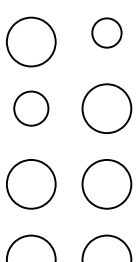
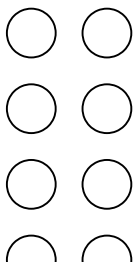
part at (106, 32) size: 32x32 px -> 52x52 px
part at (31, 41) position: (31, 41) -> (31, 32)
part at (31, 108) size: 37x37 px -> 51x51 px
